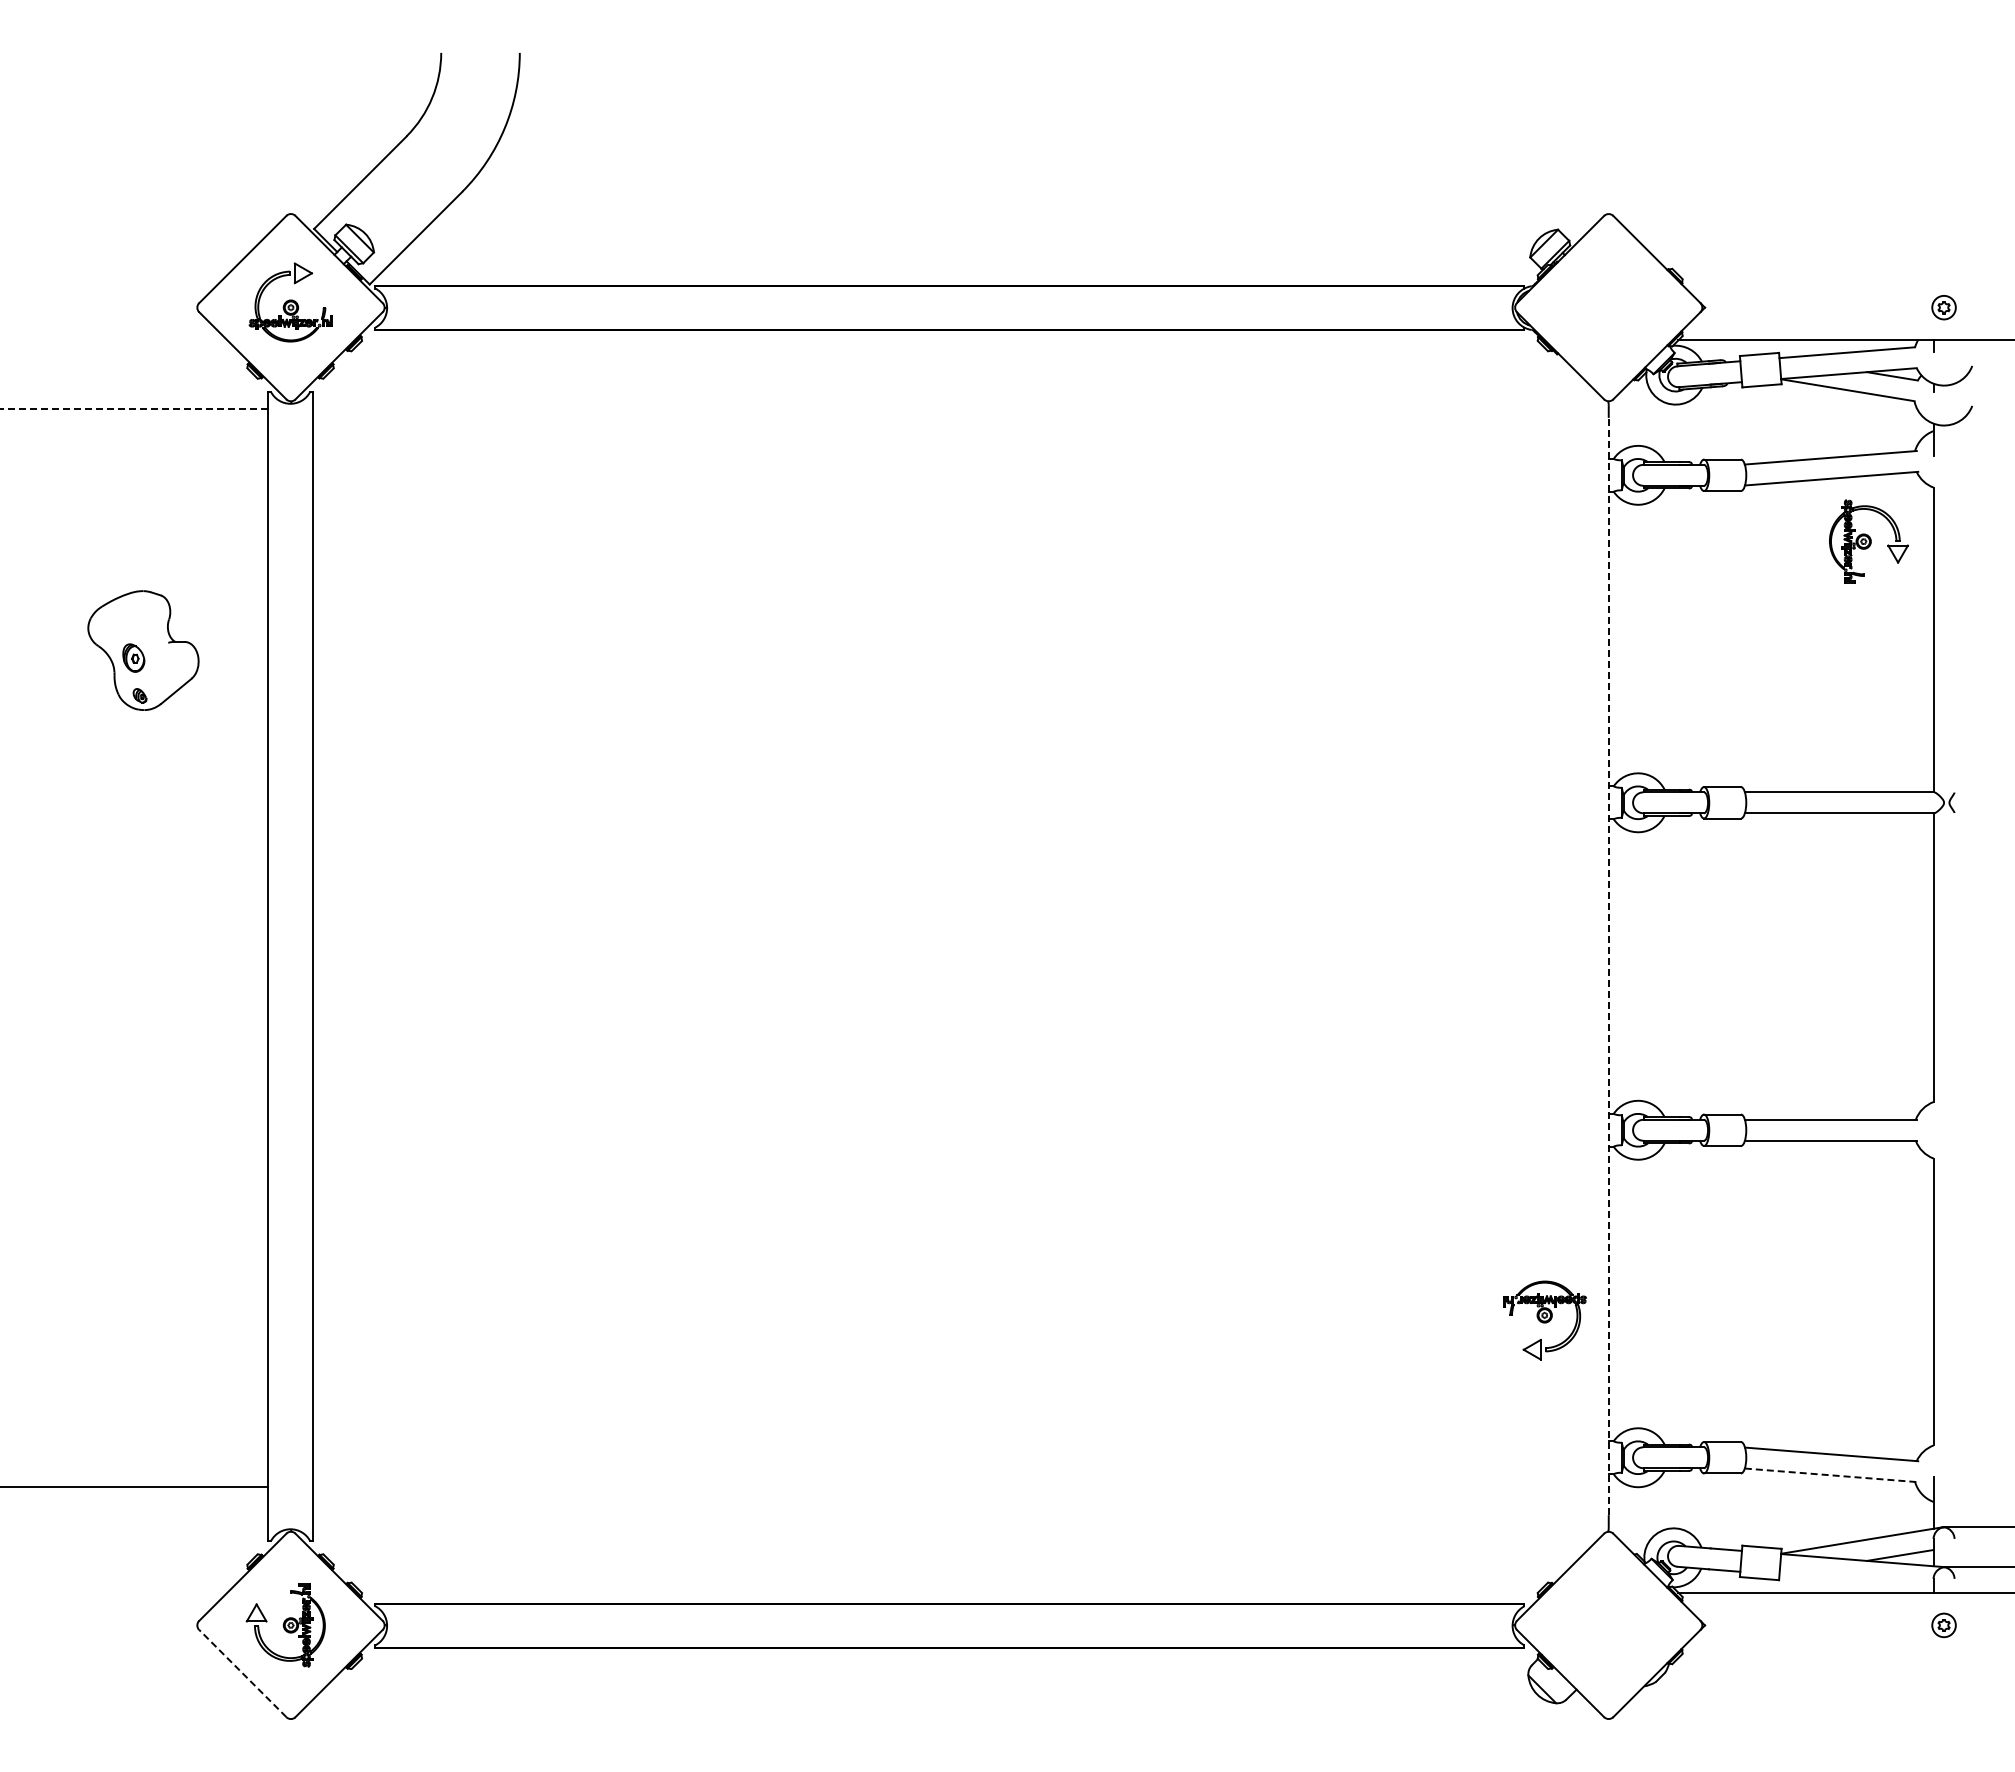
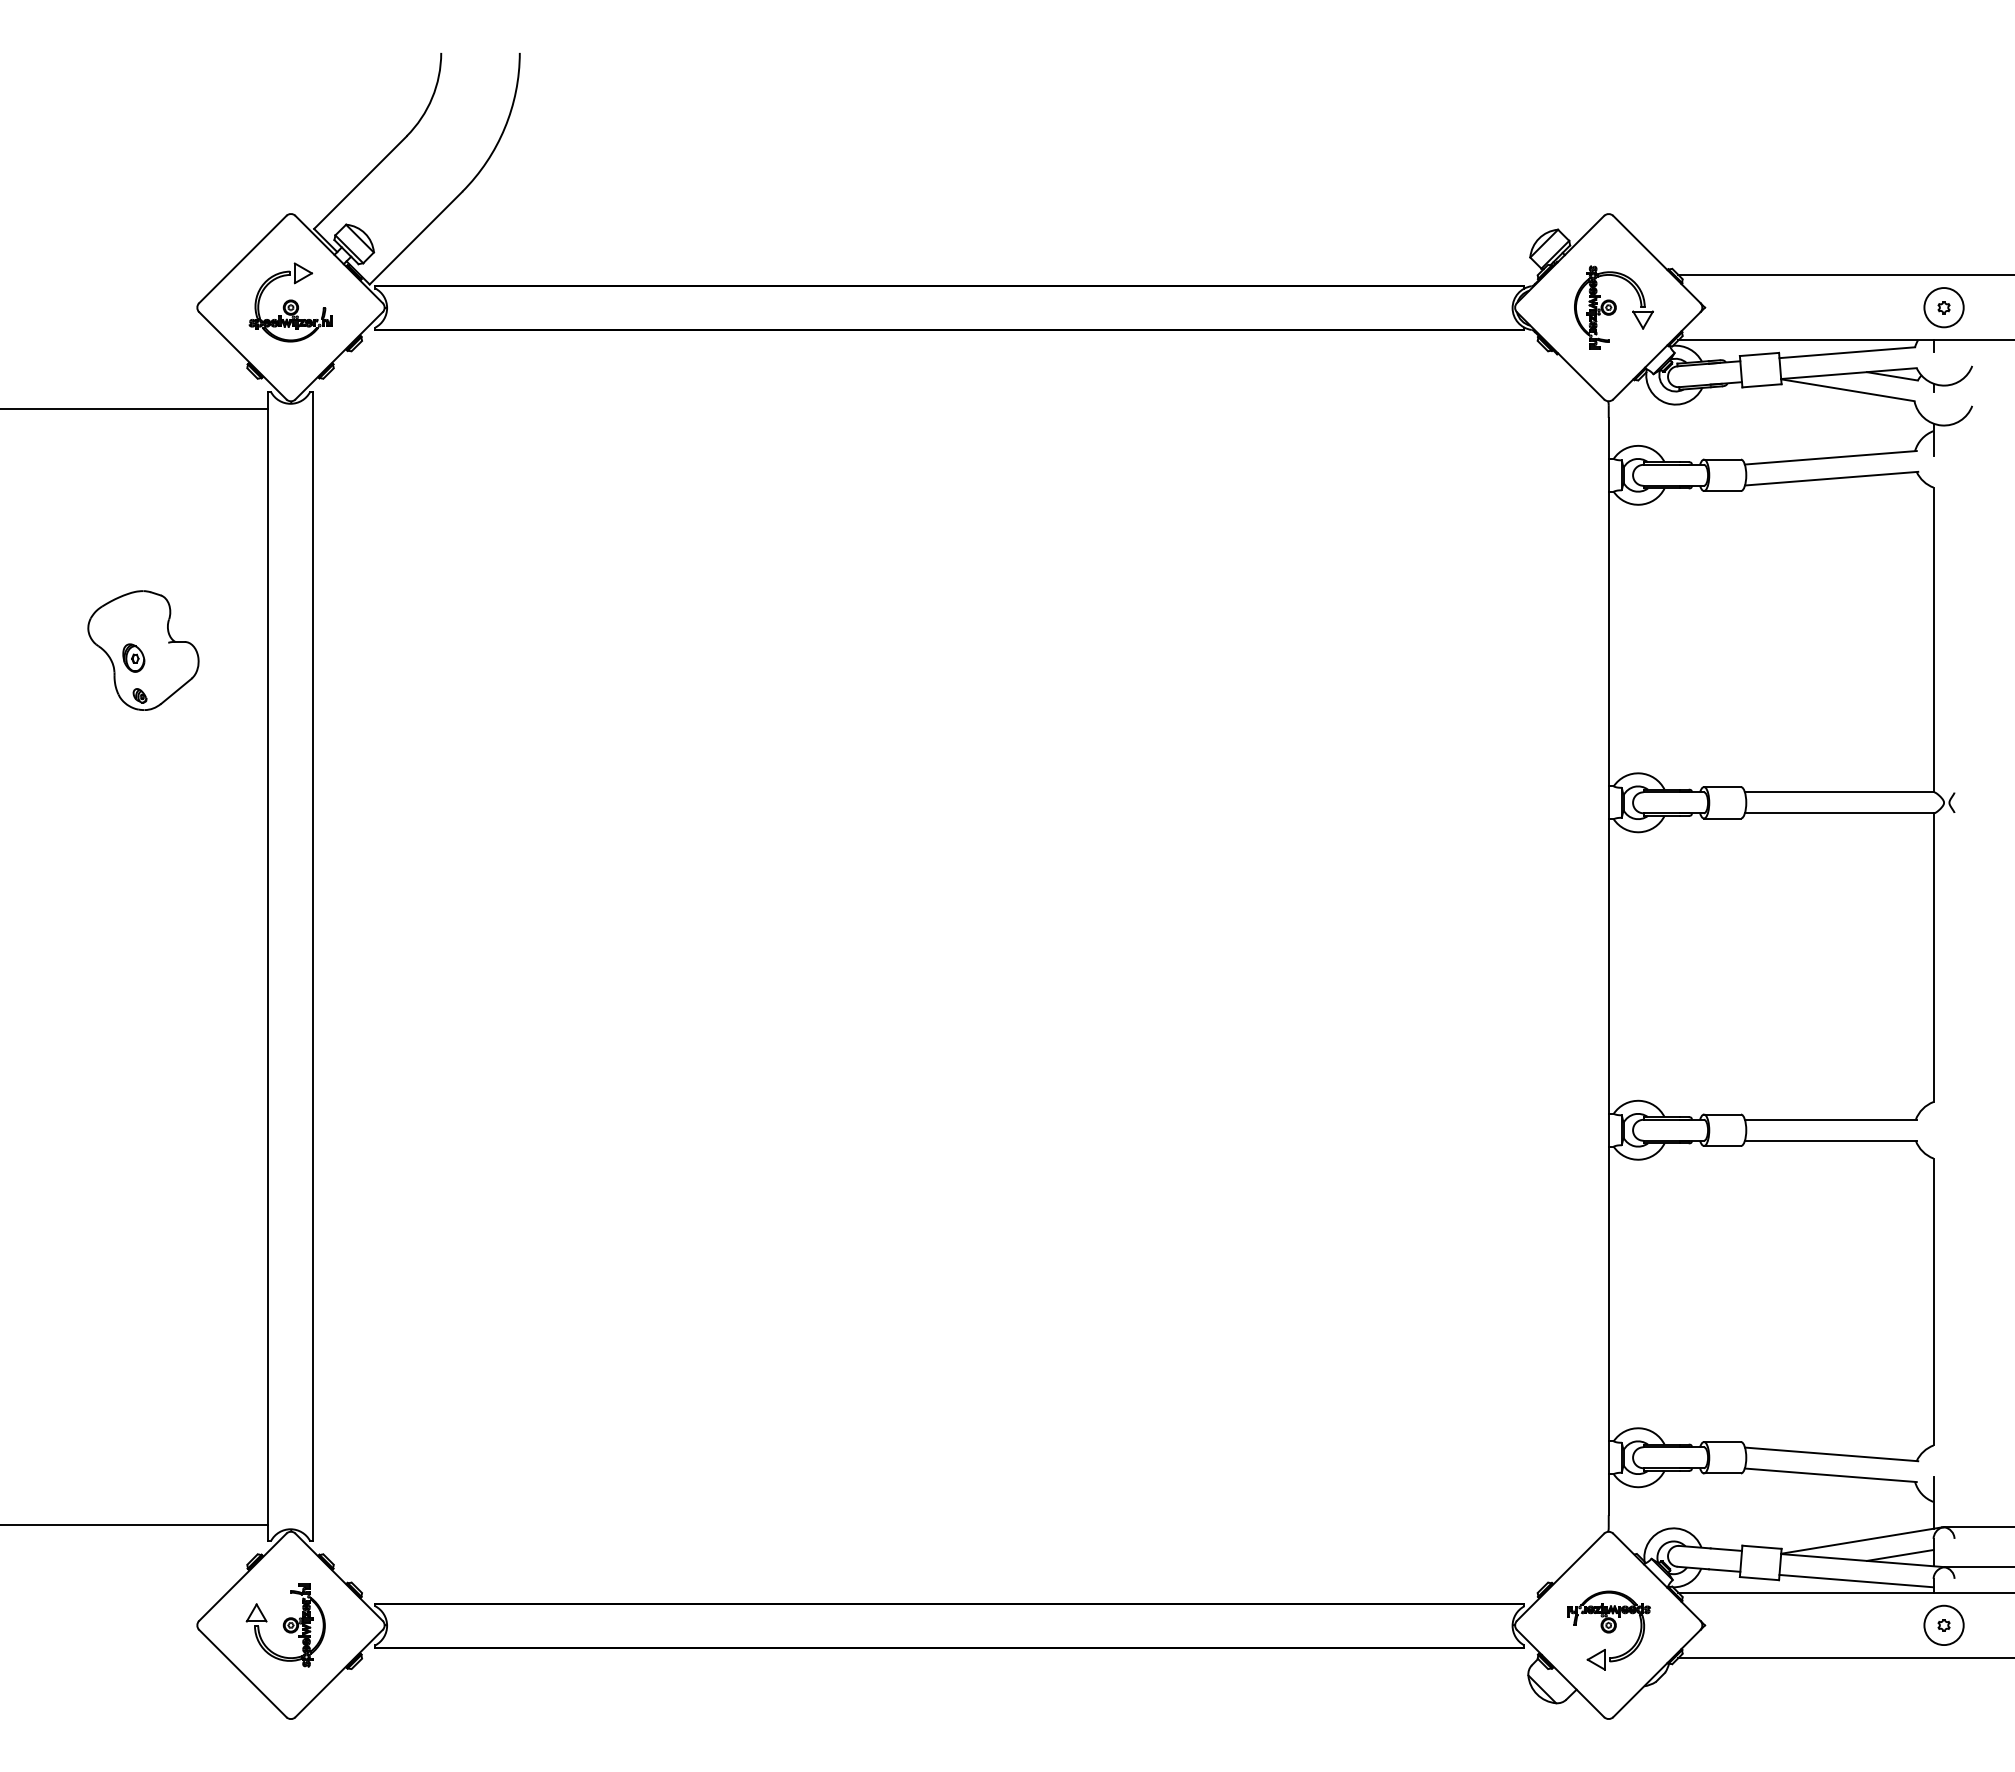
line at (1844, 274): none -> present
circle at (1943, 307) diameter: 24 px -> 39 px
line at (134, 408): dashed -> solid
part at (1868, 541) position: (1868, 541) -> (1613, 307)
line at (1608, 966): dashed -> solid
part at (1544, 1320) position: (1544, 1320) -> (1608, 1630)
line at (1831, 1475): dashed -> solid
line at (135, 1486) position: (135, 1486) -> (135, 1524)
line at (1856, 1580): none -> present
circle at (1943, 1625) diameter: 24 px -> 39 px
line at (1844, 1658): none -> present
line at (242, 1673): dashed -> solid
